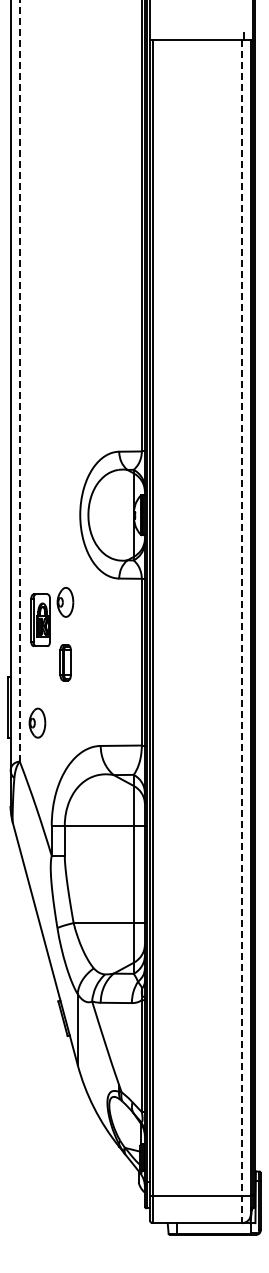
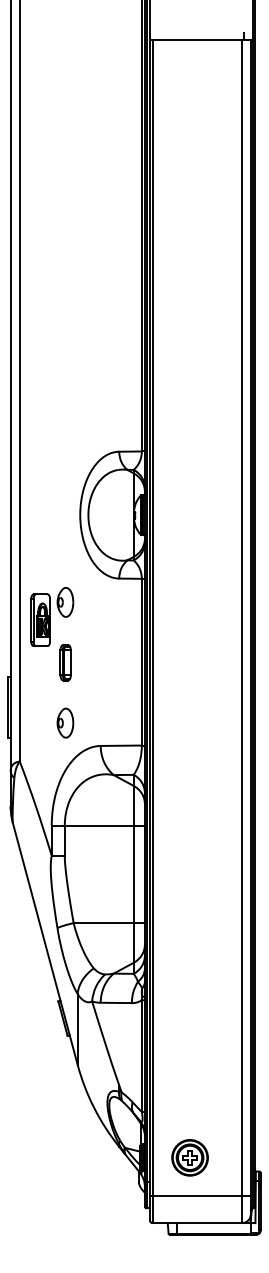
line at (19, 380): dashed -> solid
line at (241, 631): dashed -> solid
part at (37, 722) position: (37, 722) -> (65, 722)
part at (189, 1157): none -> present
